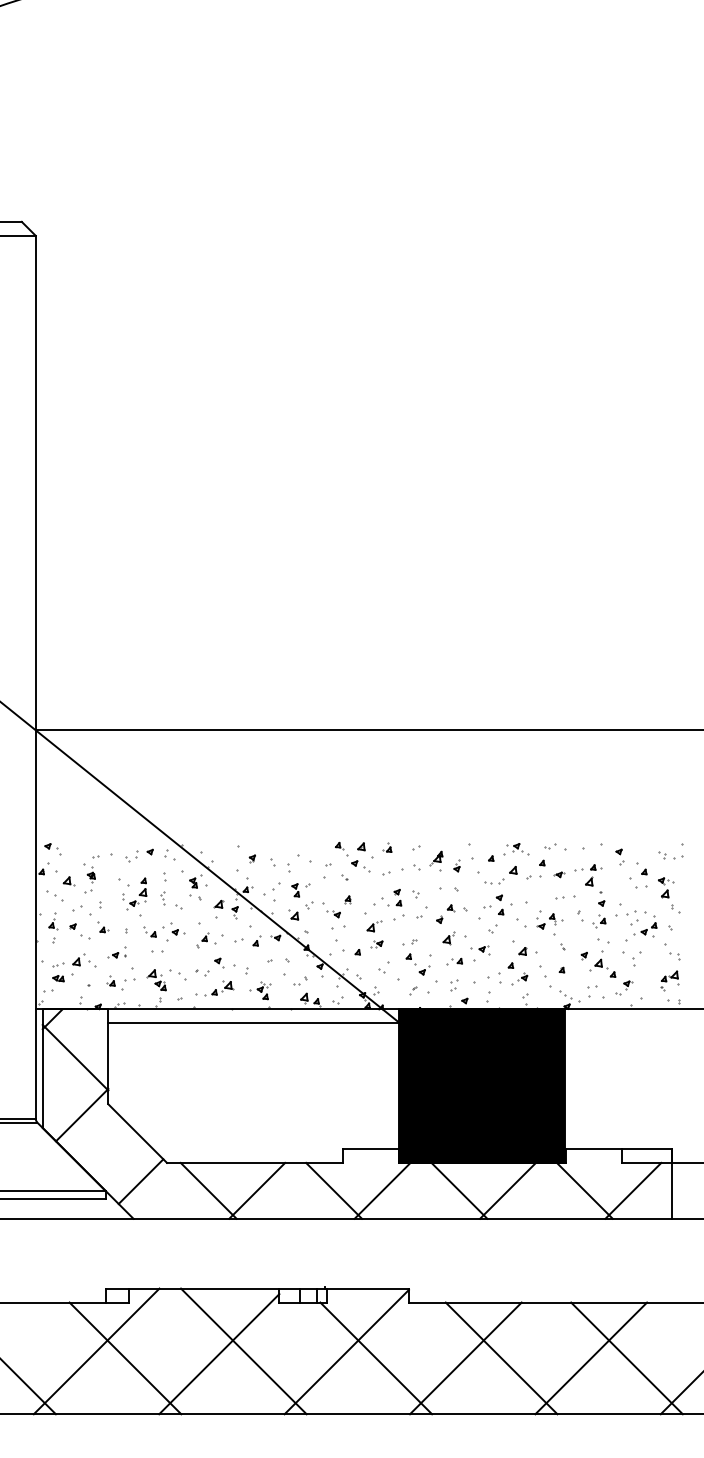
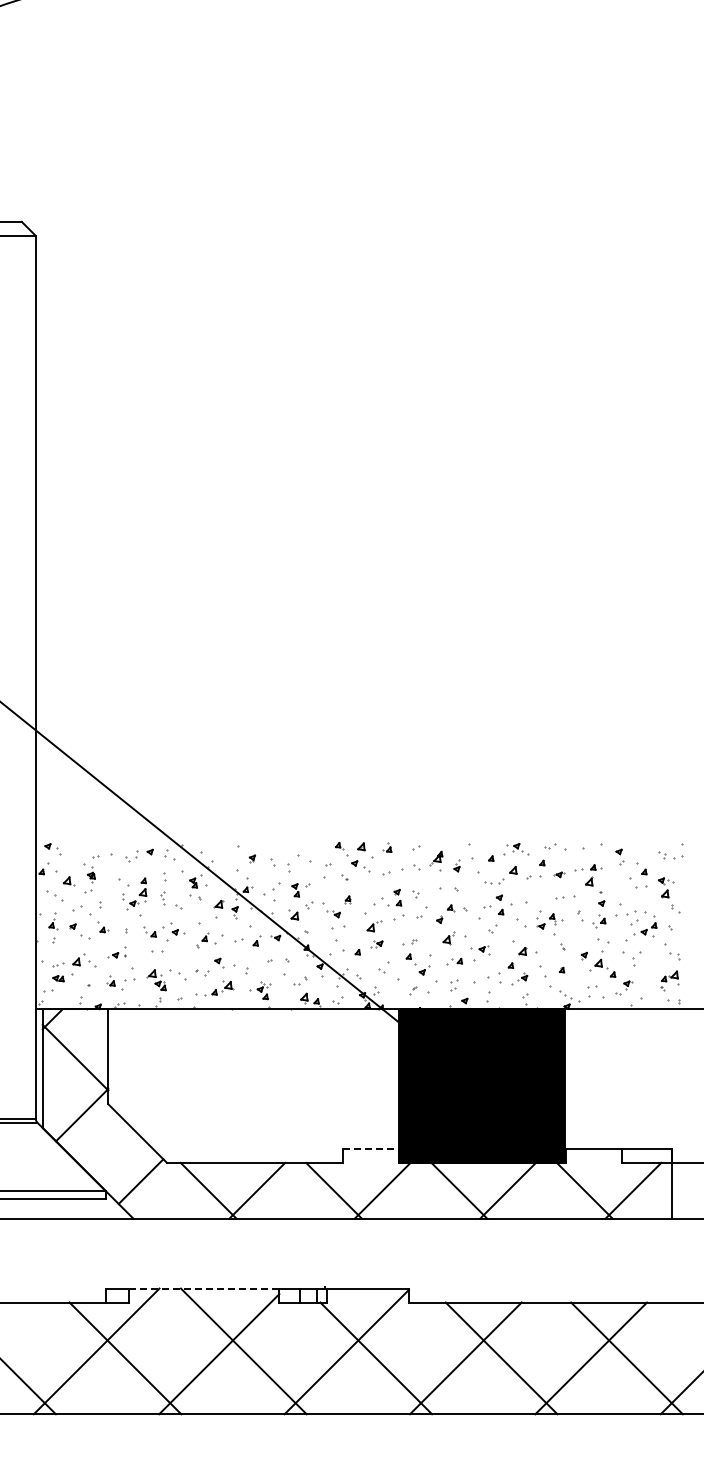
line at (367, 730): present -> none
line at (253, 1023): present -> none
line at (370, 1148): solid -> dashed
line at (204, 1288): solid -> dashed
